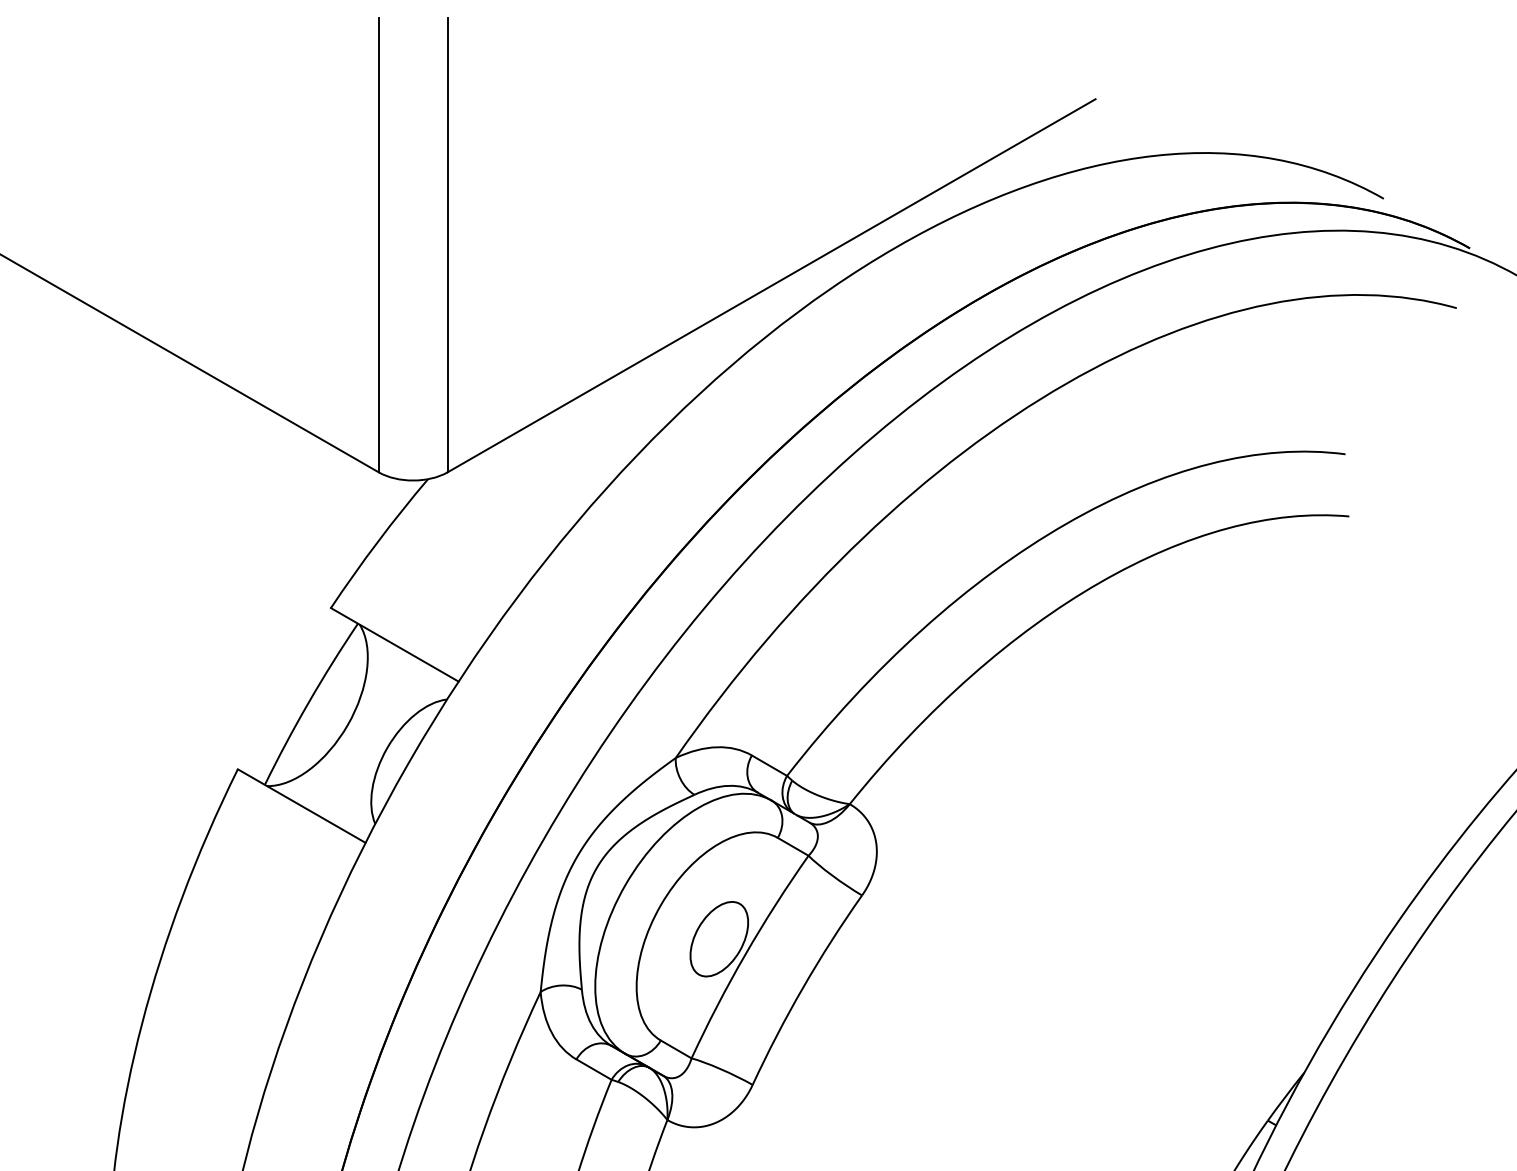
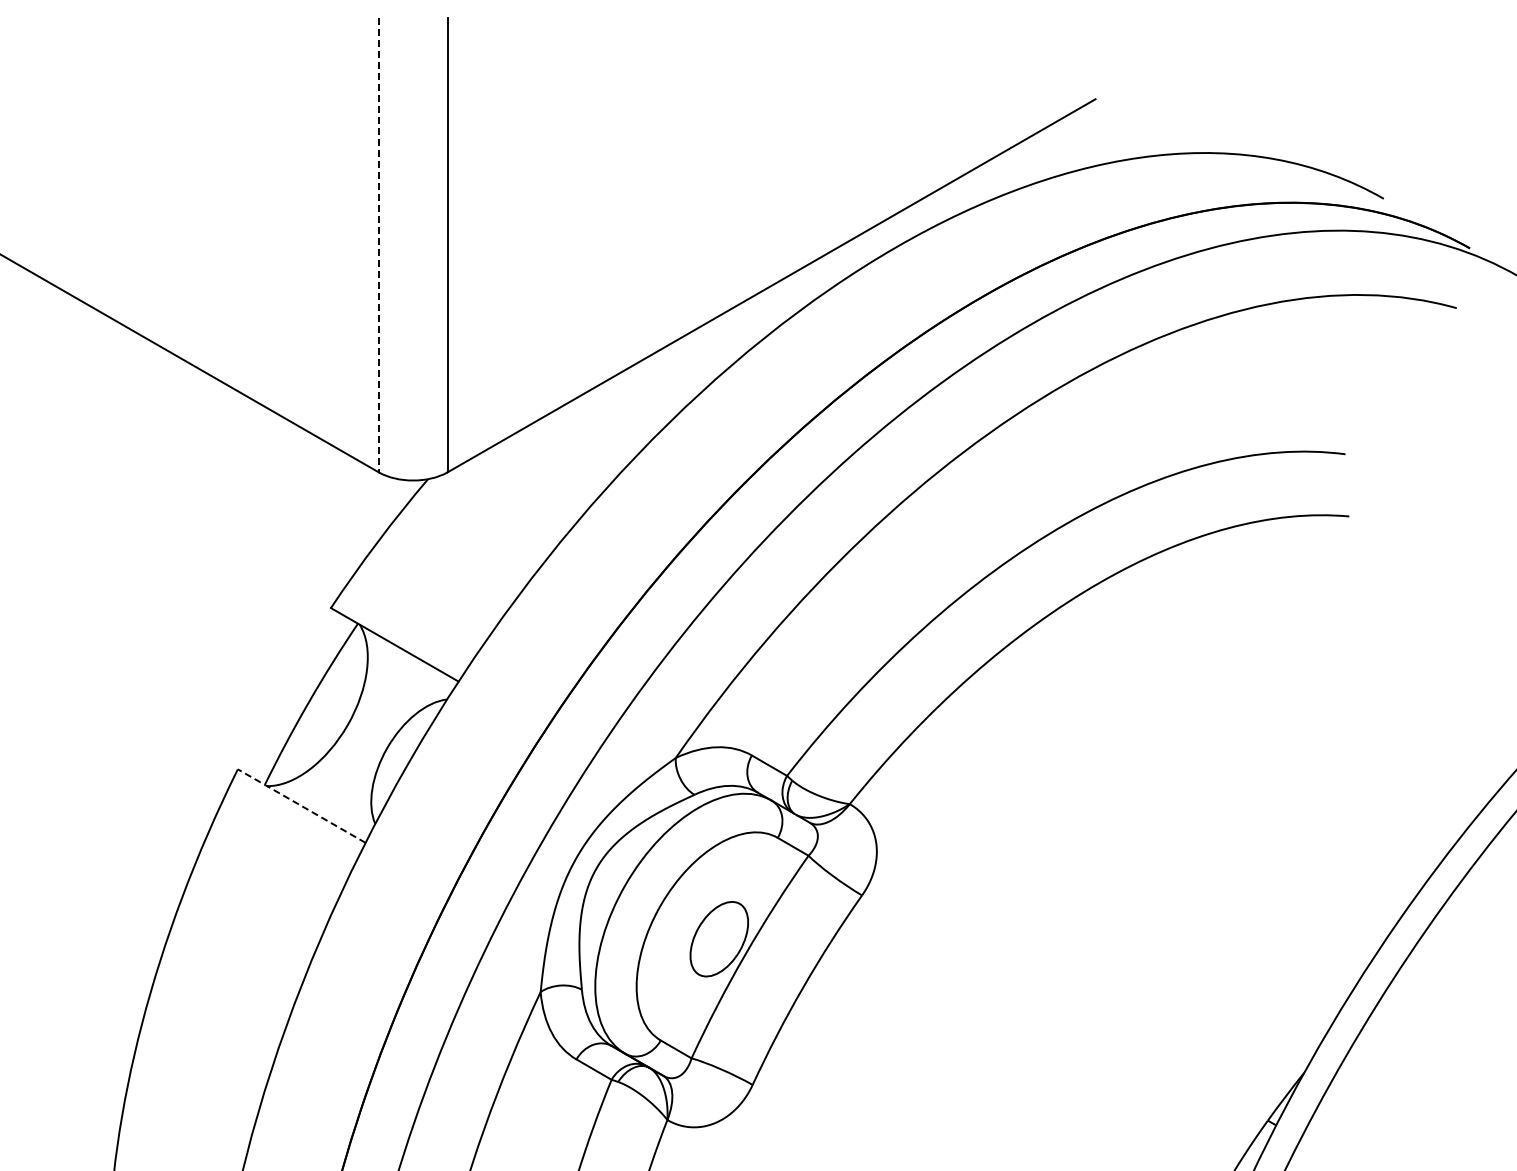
line at (378, 245): solid -> dashed
line at (301, 806): solid -> dashed
